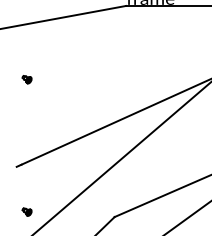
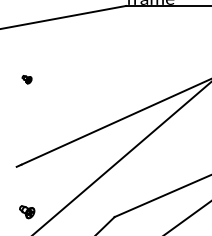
part at (26, 211) size: 12x10 px -> 17x15 px
